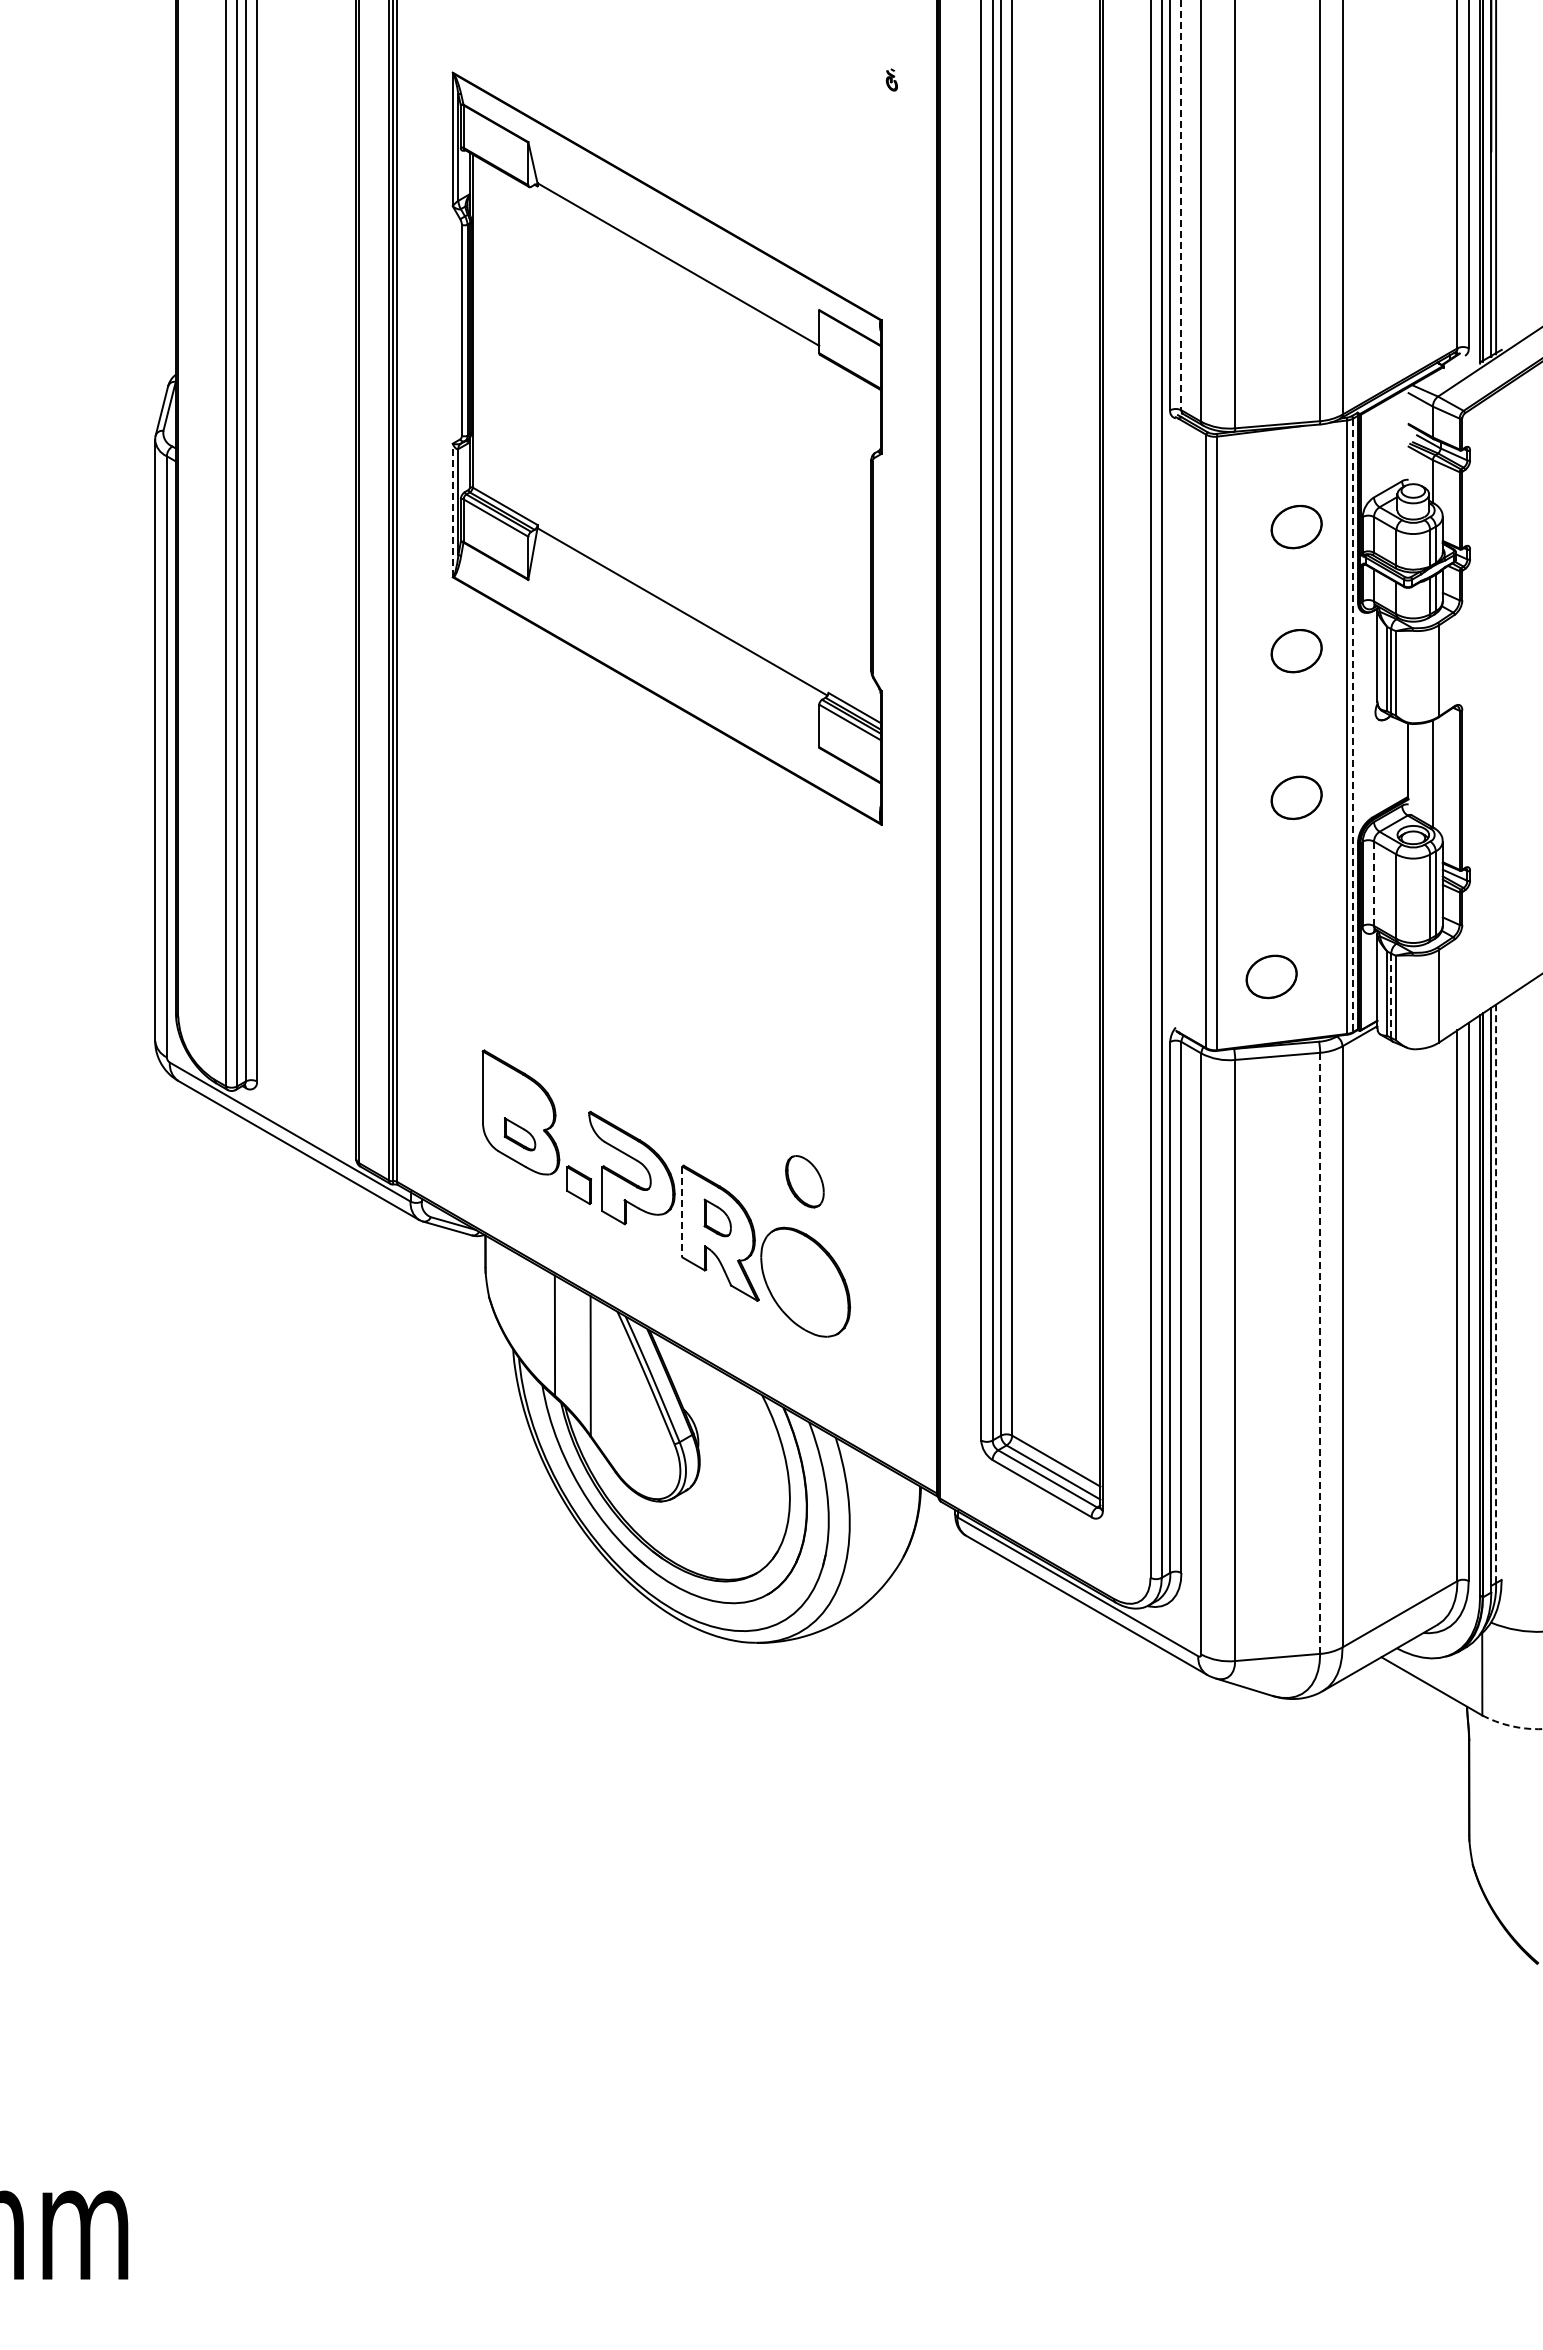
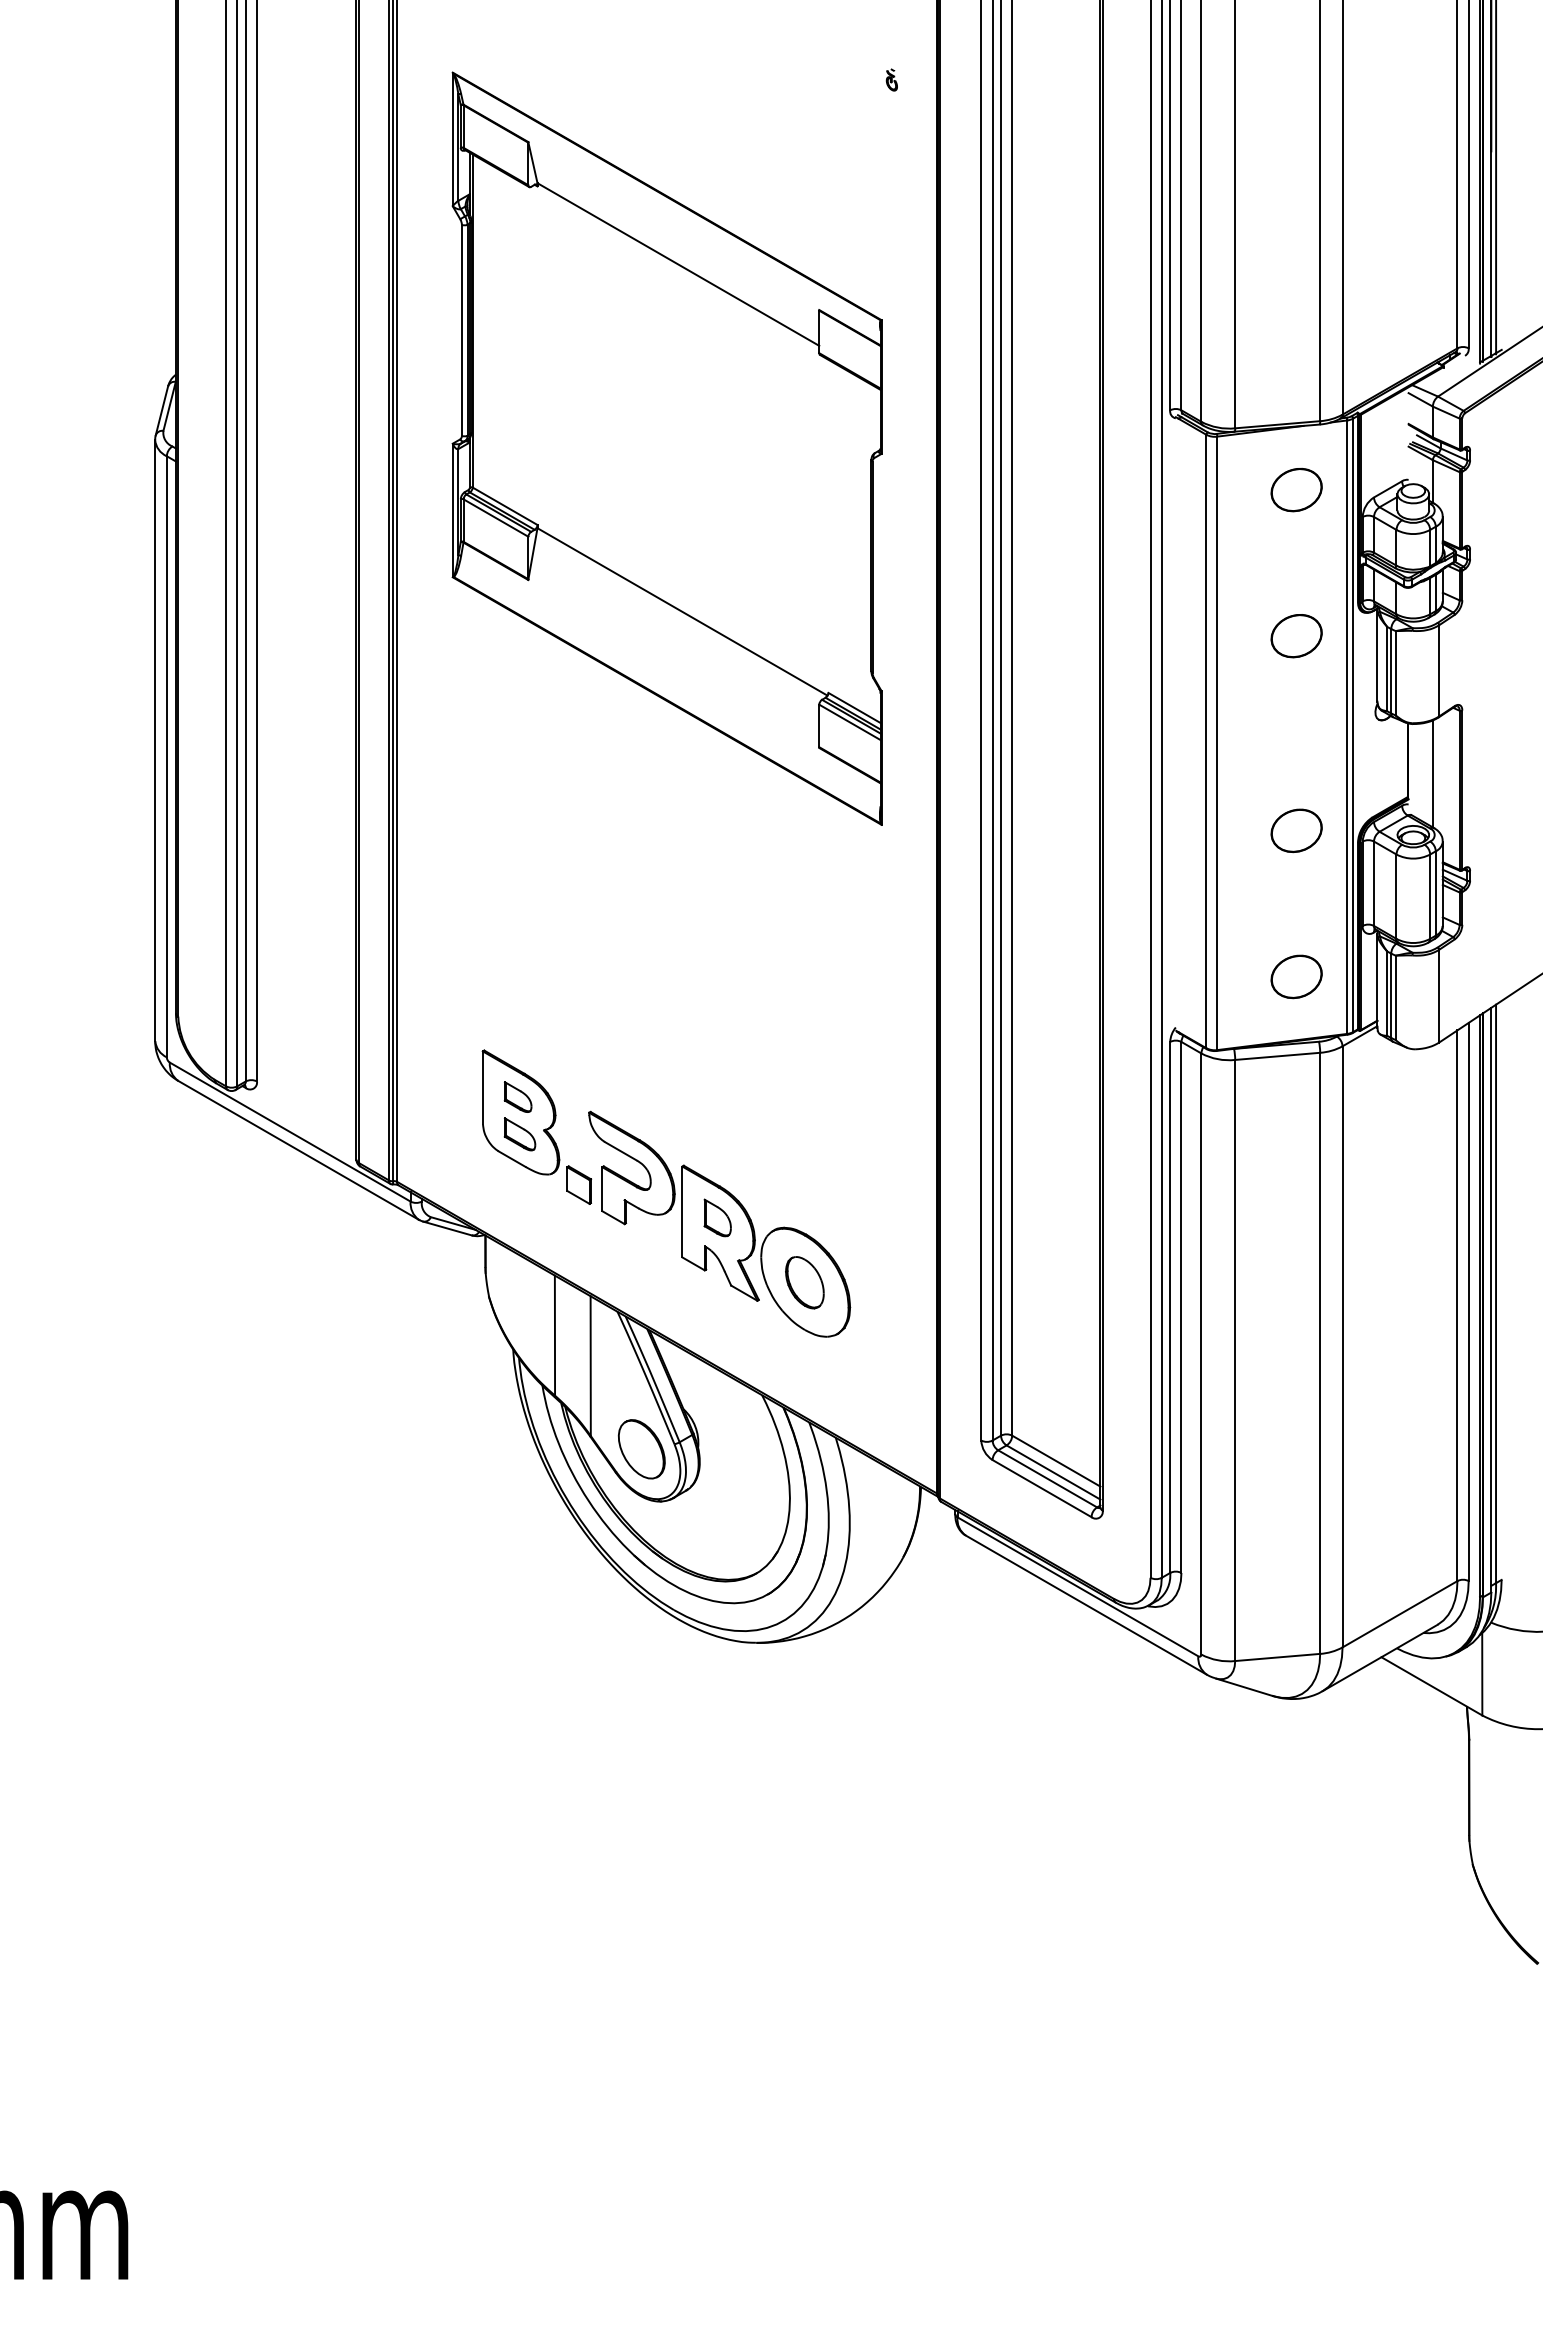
line at (1181, 205): dashed -> solid
line at (452, 510): dashed -> solid
part at (1296, 526) position: (1296, 526) -> (1296, 489)
part at (1296, 651) position: (1296, 651) -> (1296, 636)
line at (1353, 725): dashed -> solid
part at (1296, 797) position: (1296, 797) -> (1296, 830)
line at (1373, 884): dashed -> solid
part at (1271, 976) position: (1271, 976) -> (1296, 976)
line at (1391, 995): dashed -> solid
part at (517, 1096): none -> present
part at (804, 1181) position: (804, 1181) -> (804, 1282)
line at (682, 1212): dashed -> solid
line at (1496, 1293): dashed -> solid
line at (1320, 1353): dashed -> solid
part at (641, 1449): none -> present
arc at (1511, 1726): dashed -> solid
